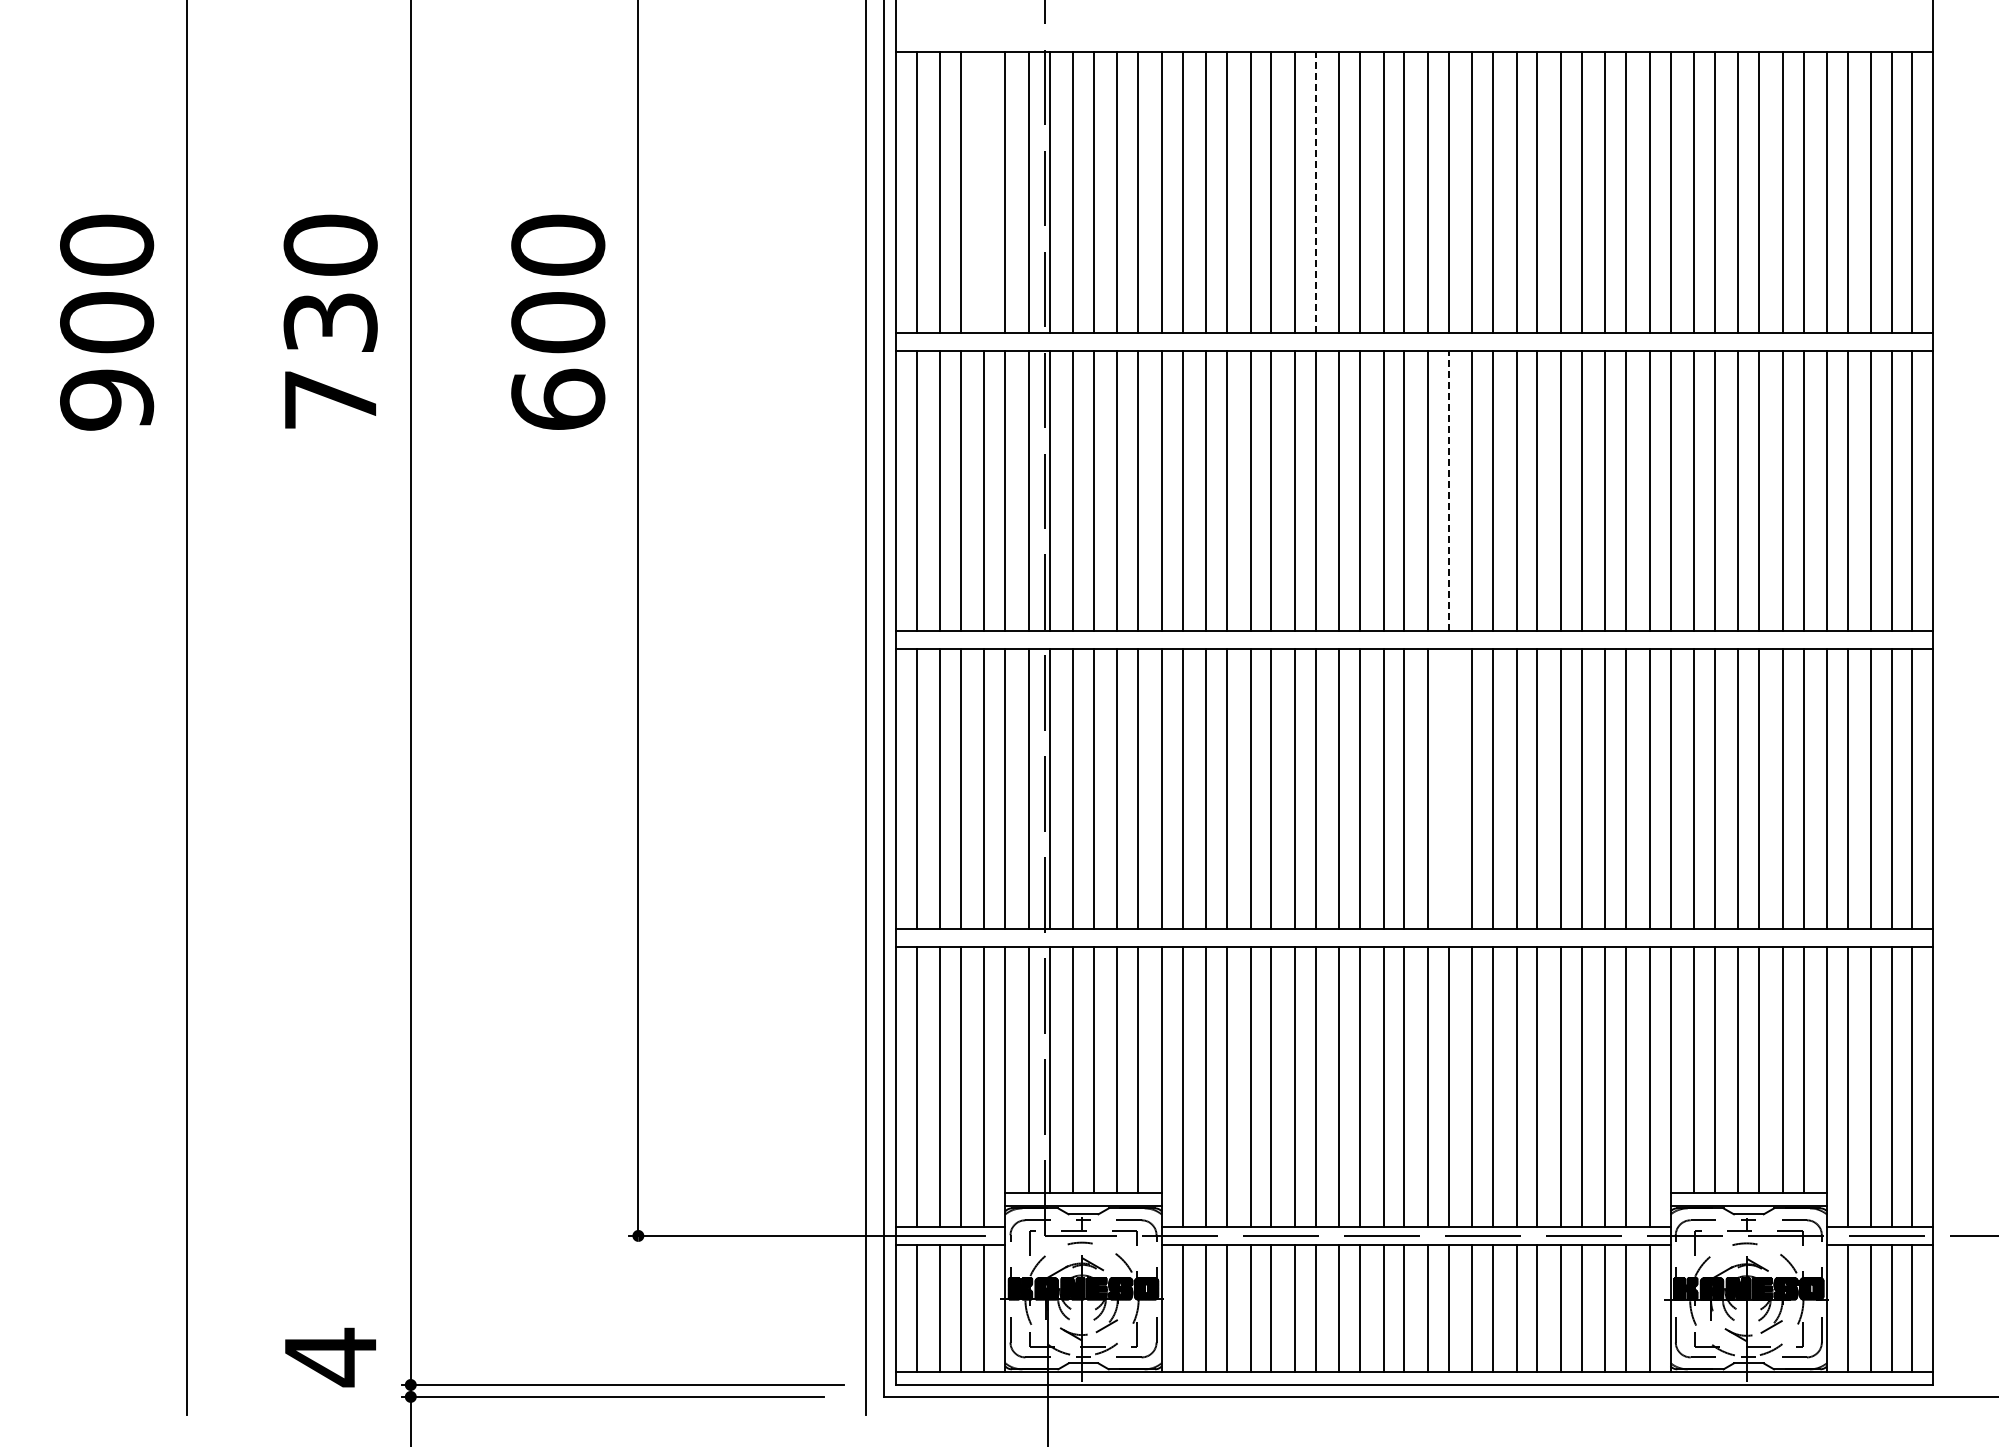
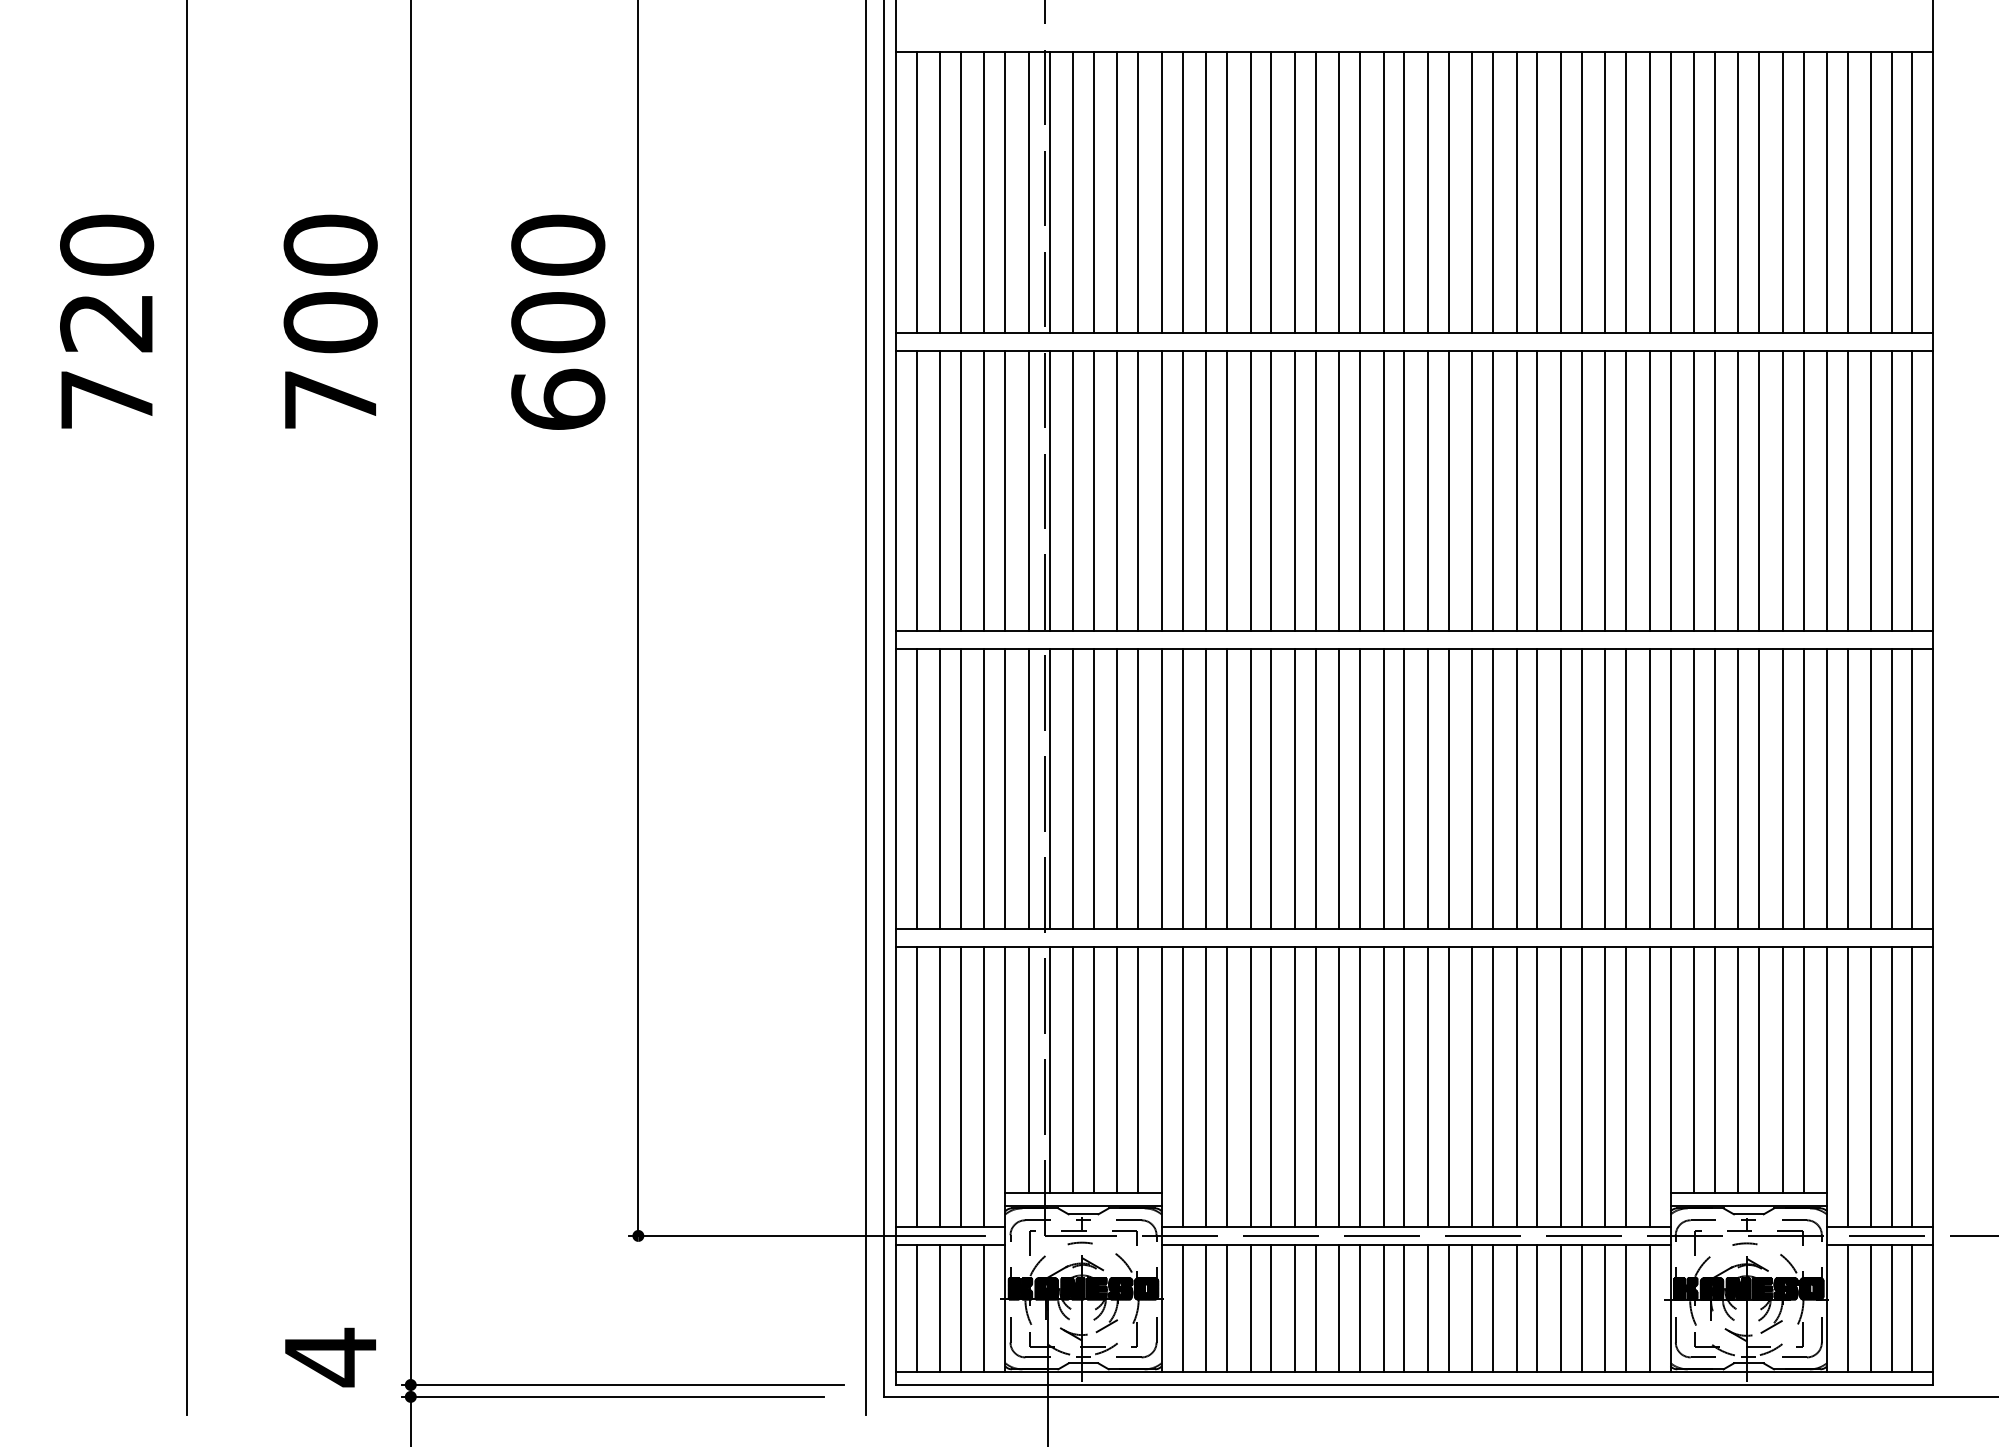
line at (984, 192): none -> present
line at (1315, 192): dashed -> solid
text at (330, 322): 730 -> 700
text at (107, 361): 900 -> 720
line at (1448, 490): dashed -> solid
line at (1448, 788): none -> present
